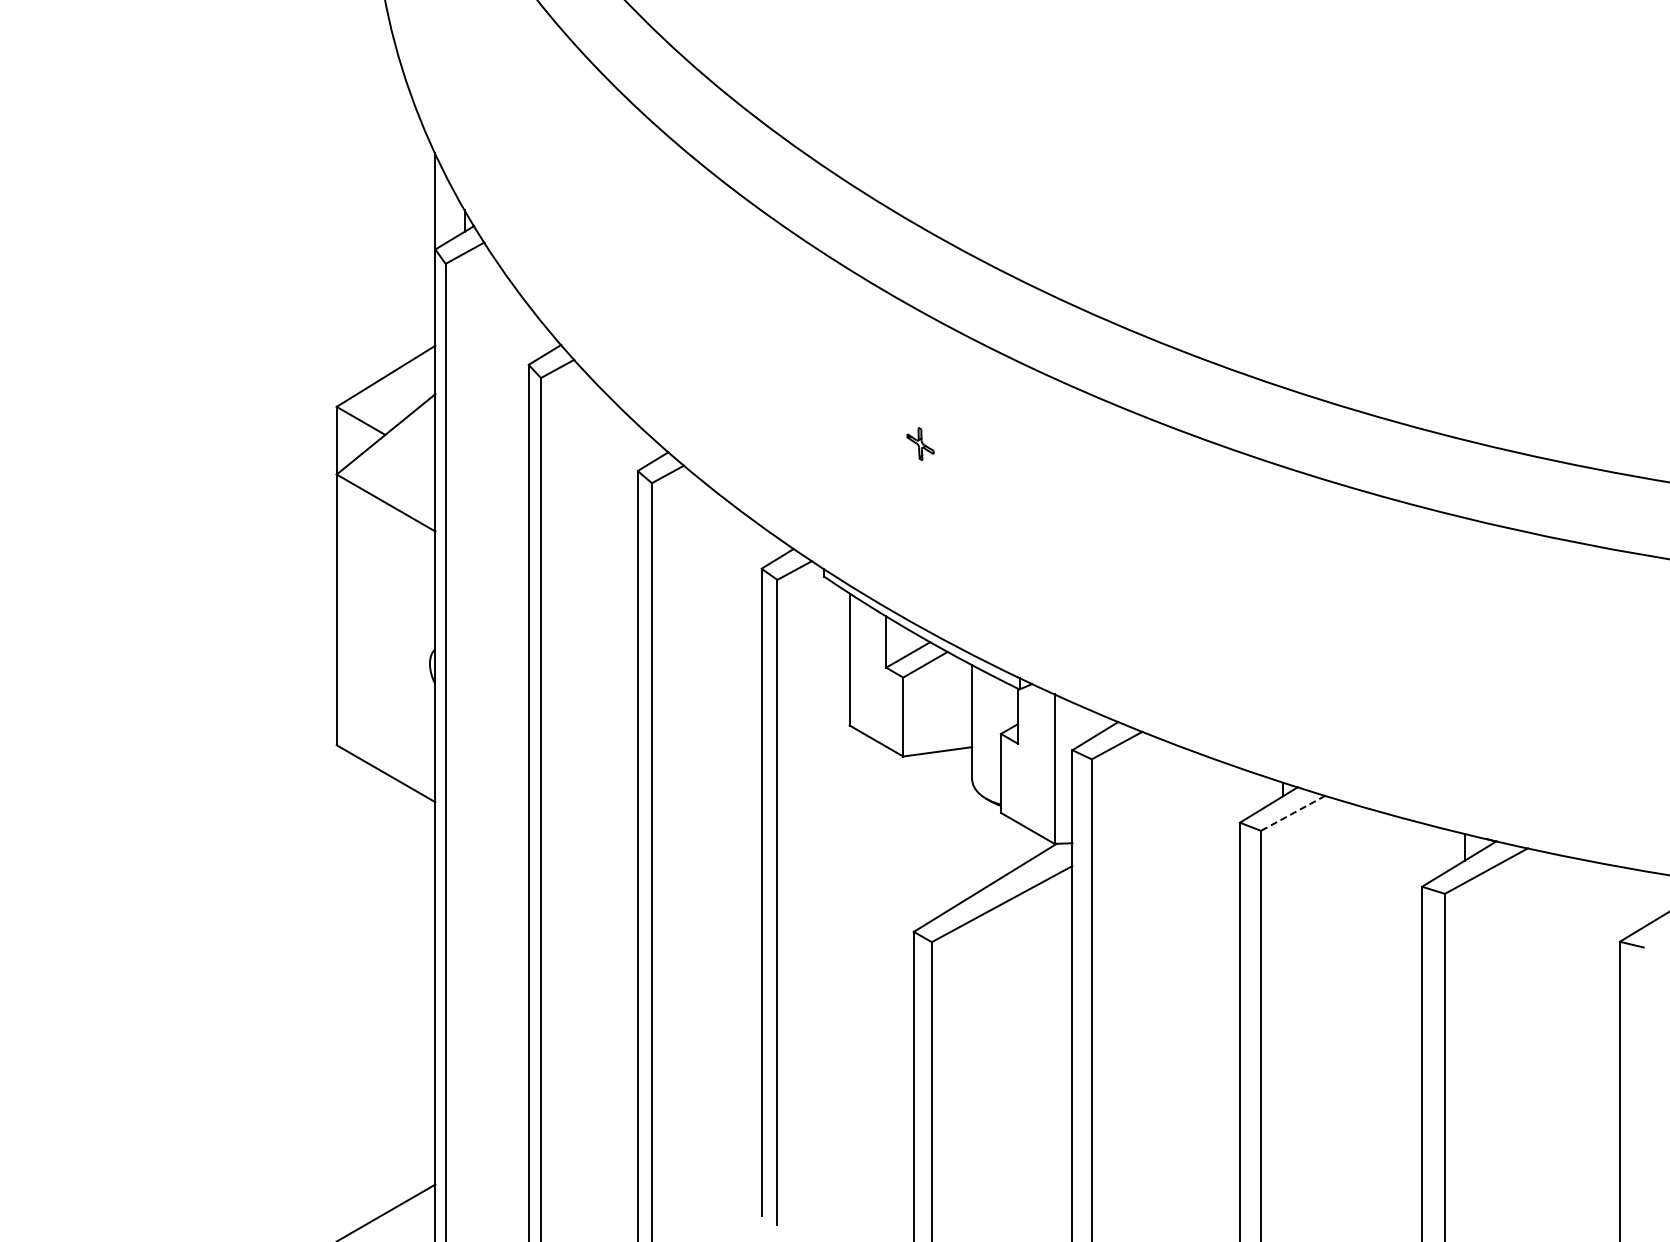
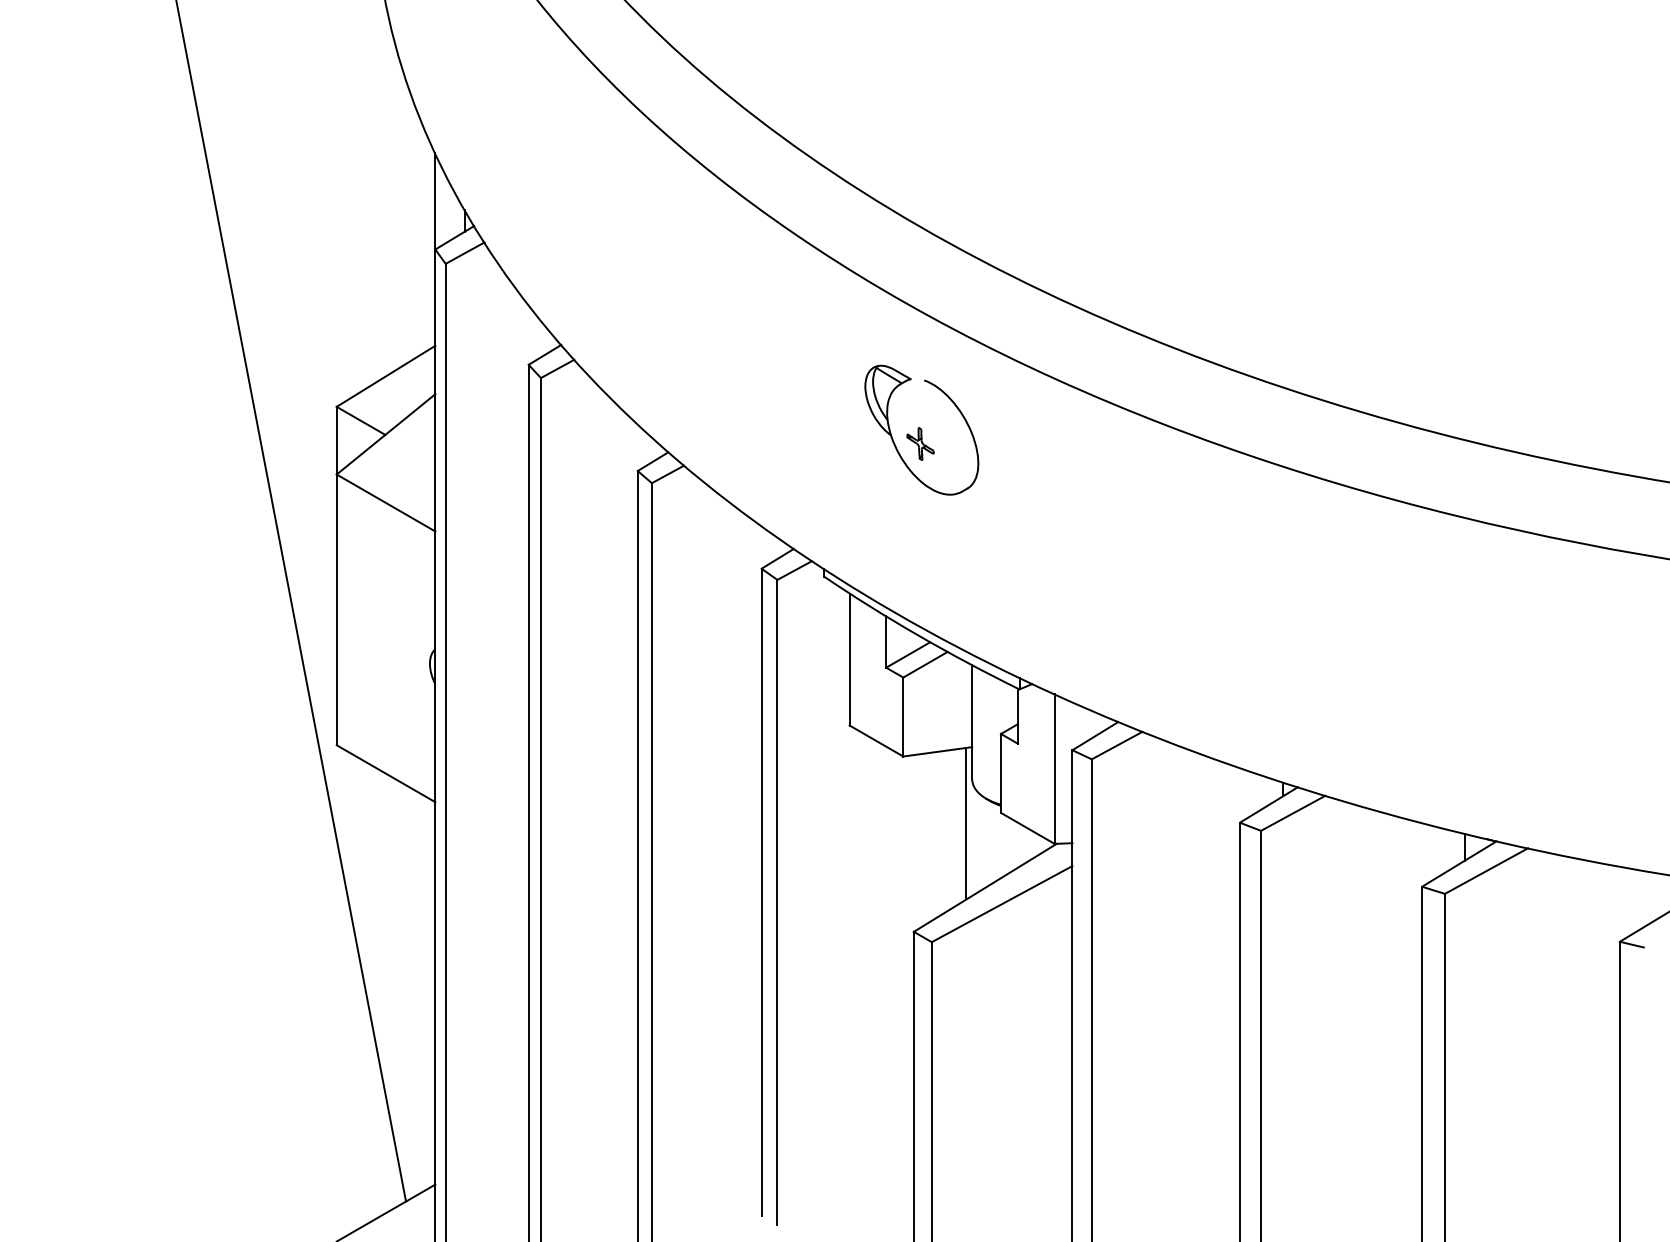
part at (893, 438): none -> present
line at (291, 601): none -> present
line at (1293, 813): dashed -> solid
line at (966, 823): none -> present
